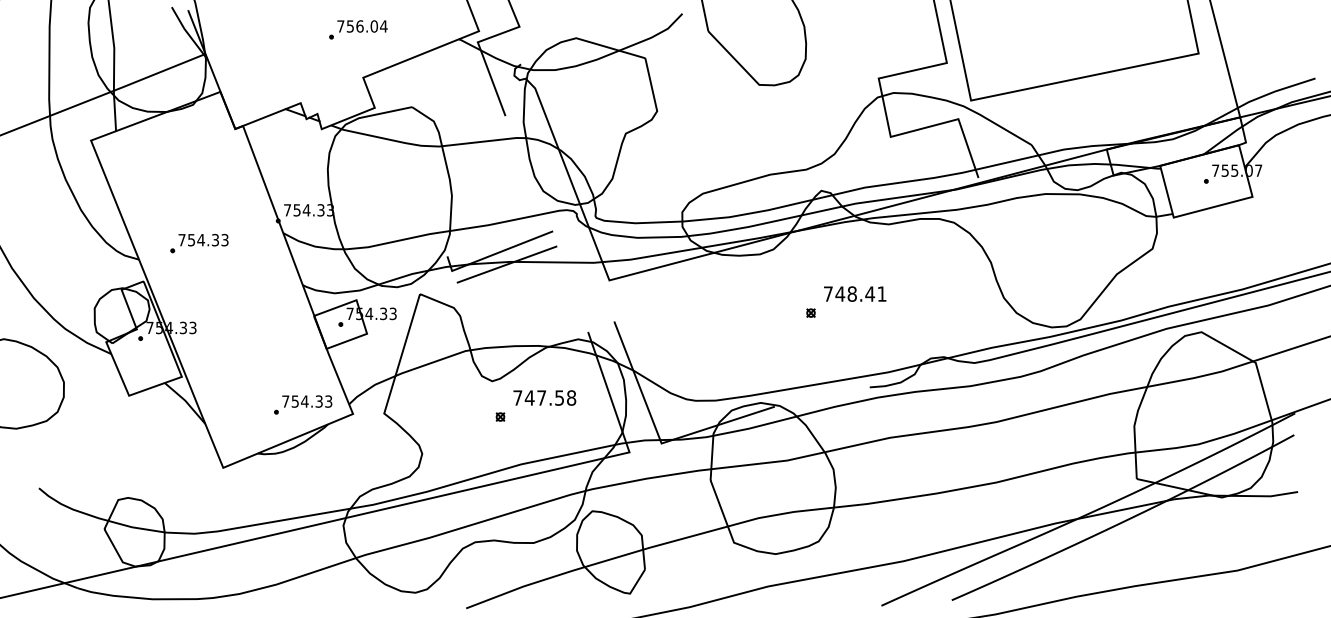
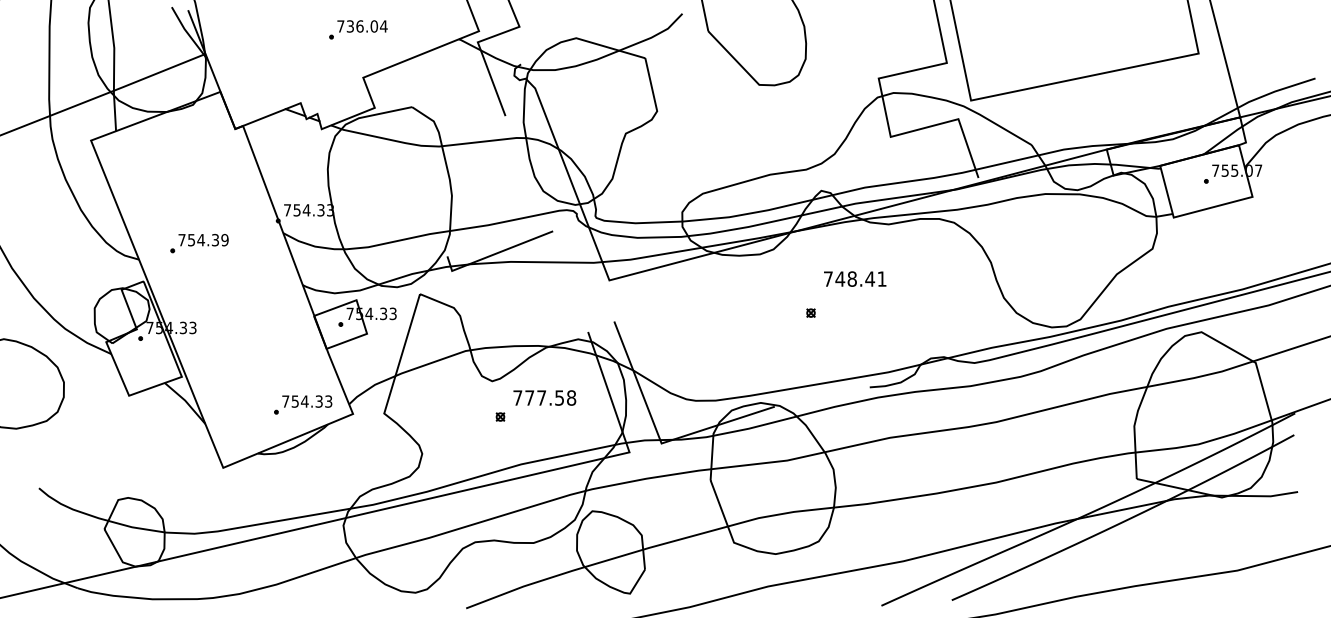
text at (350, 25): 756.04 -> 736.04
text at (224, 240): 754.33 -> 754.39
line at (506, 264): present -> none
text at (855, 293) position: (855, 293) -> (855, 278)
text at (529, 397): 747.58 -> 777.58
